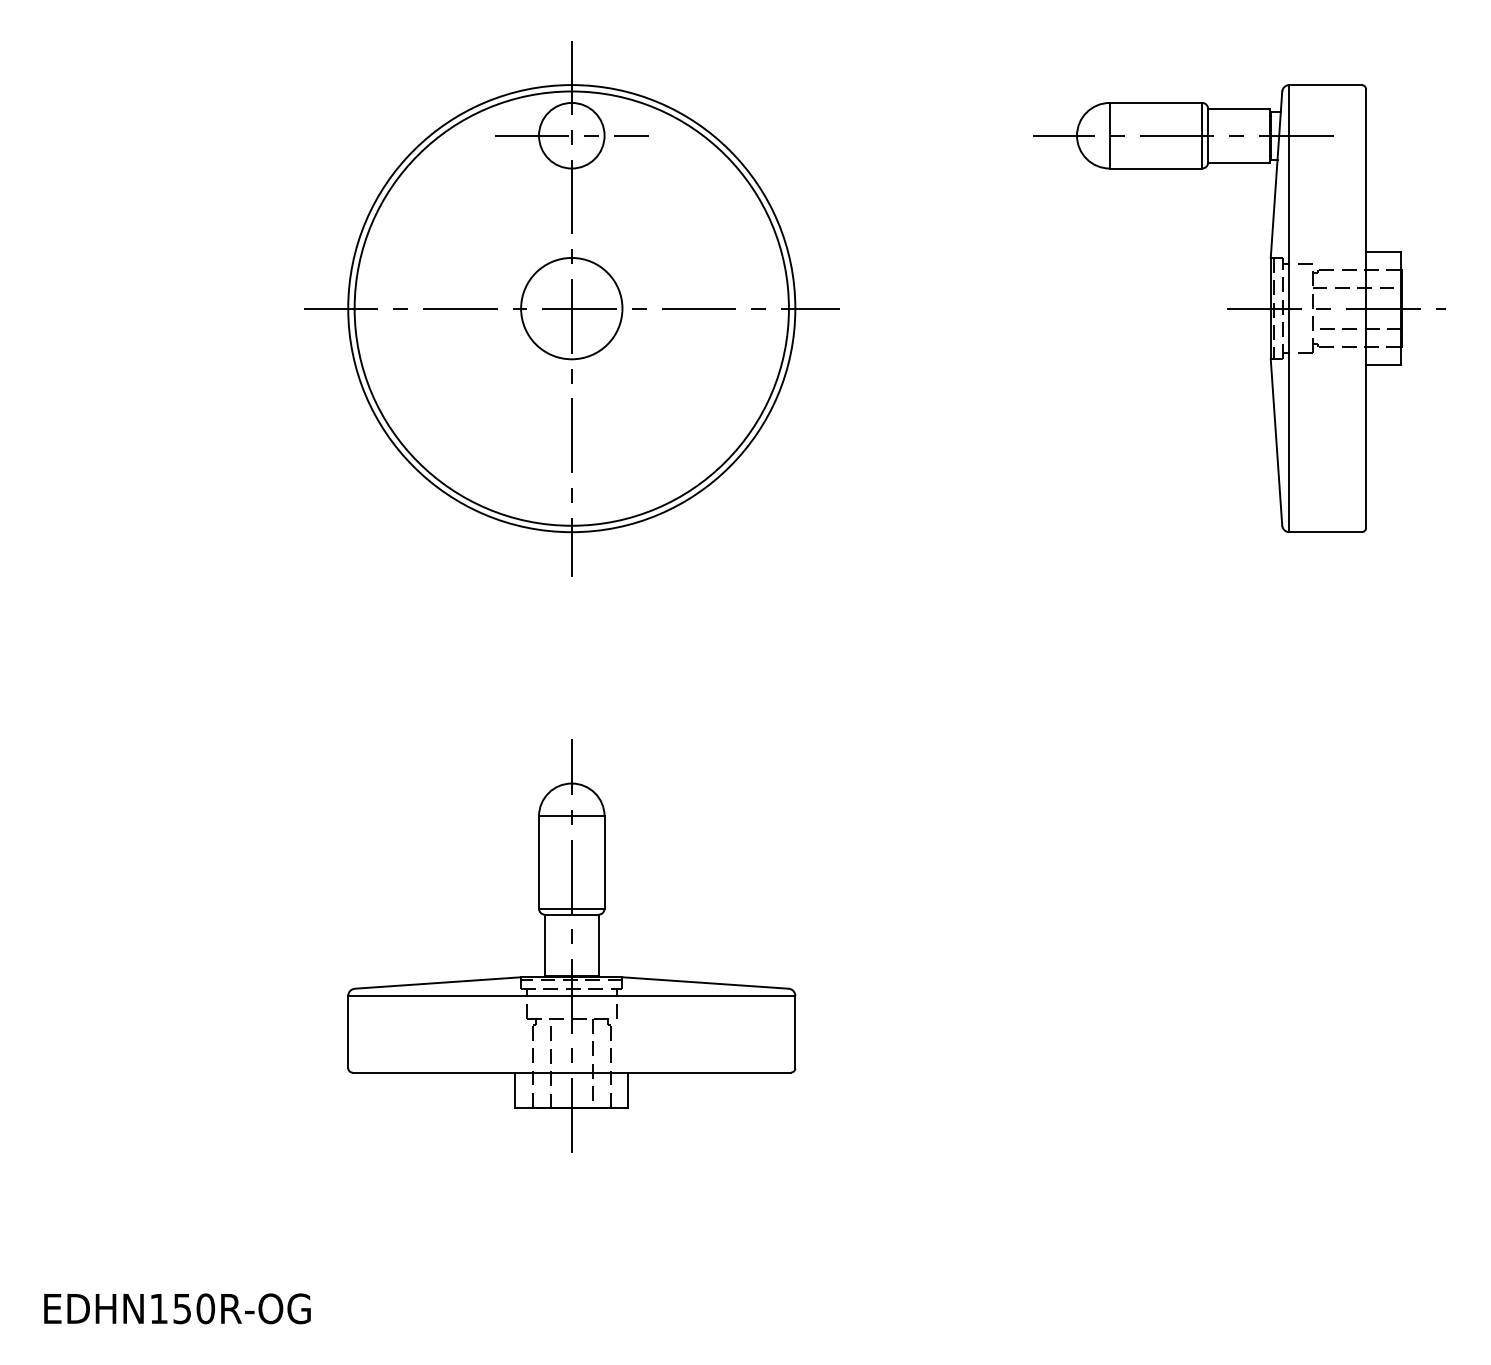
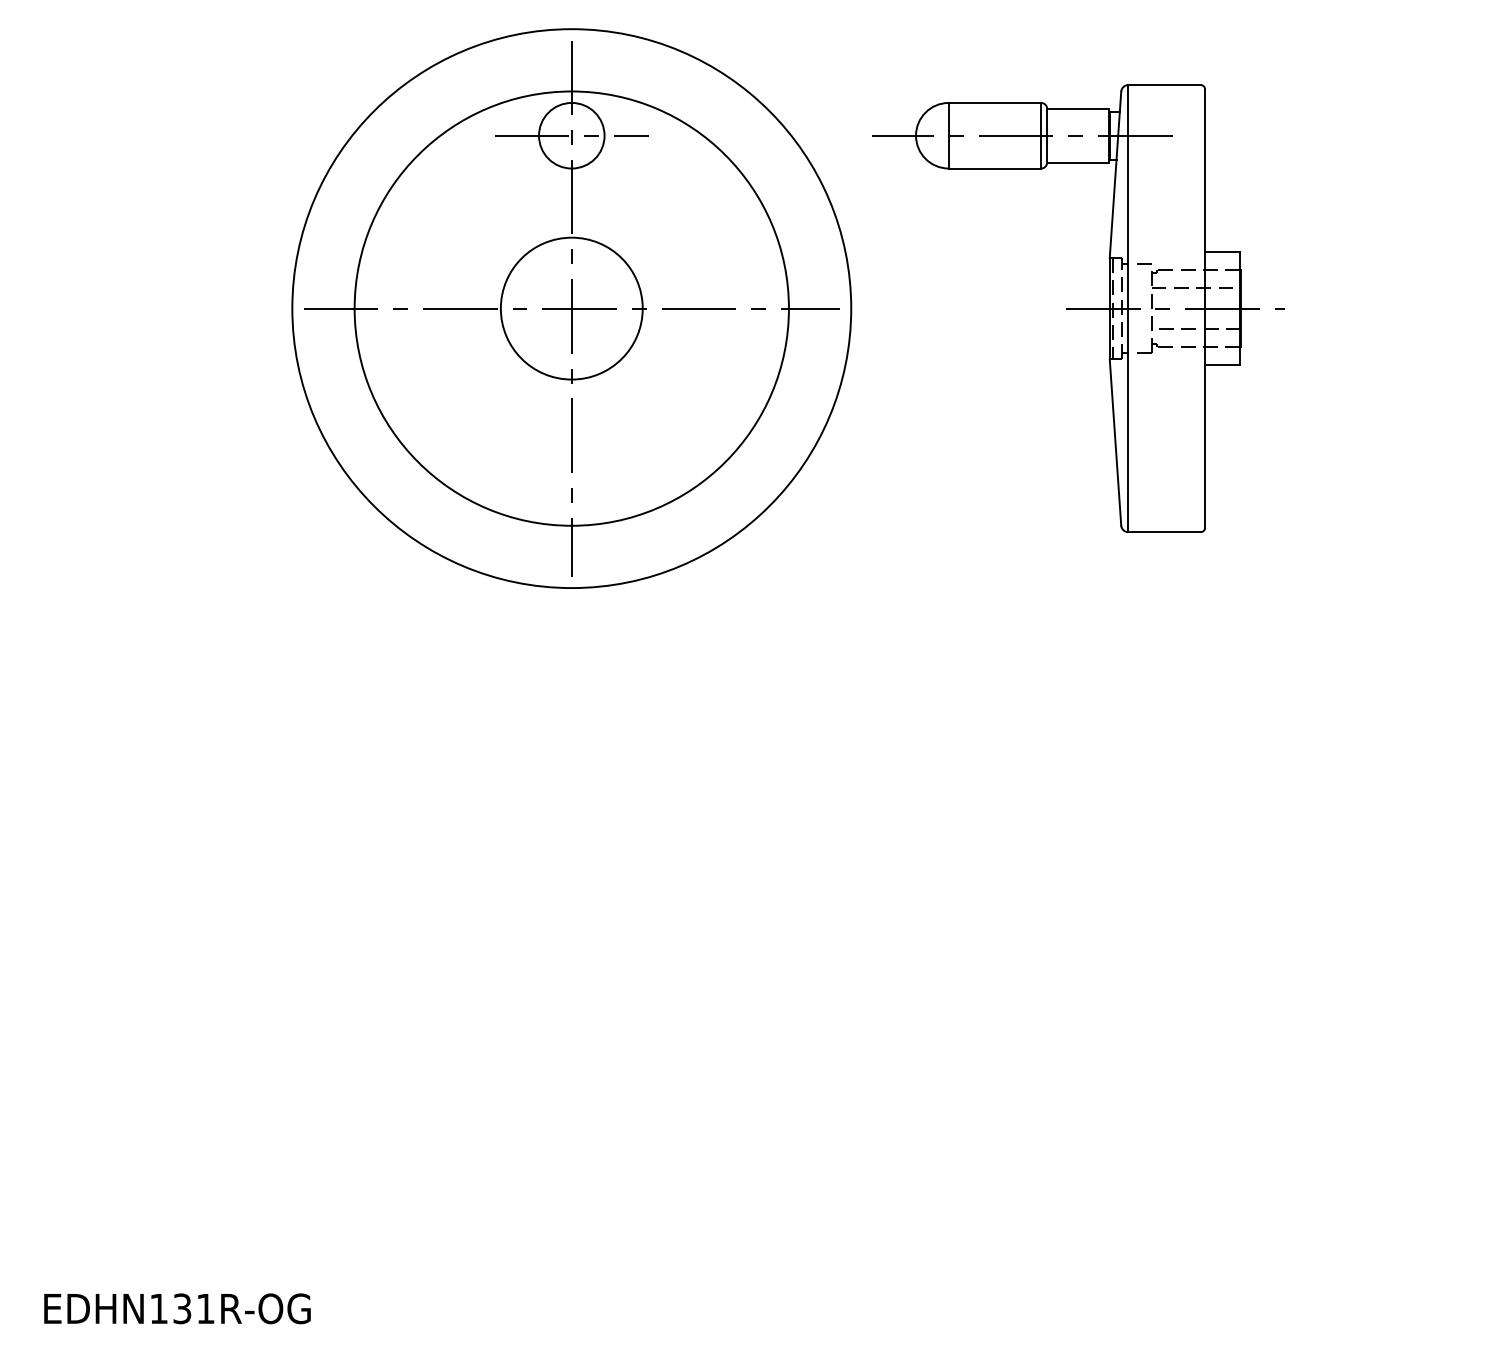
circle at (571, 308) diameter: 101 px -> 142 px
circle at (571, 308) diameter: 447 px -> 559 px
part at (1239, 308) position: (1239, 308) -> (1078, 308)
part at (571, 945): present -> none
text at (194, 1308): EDHN150R-OG -> EDHN131R-OG
